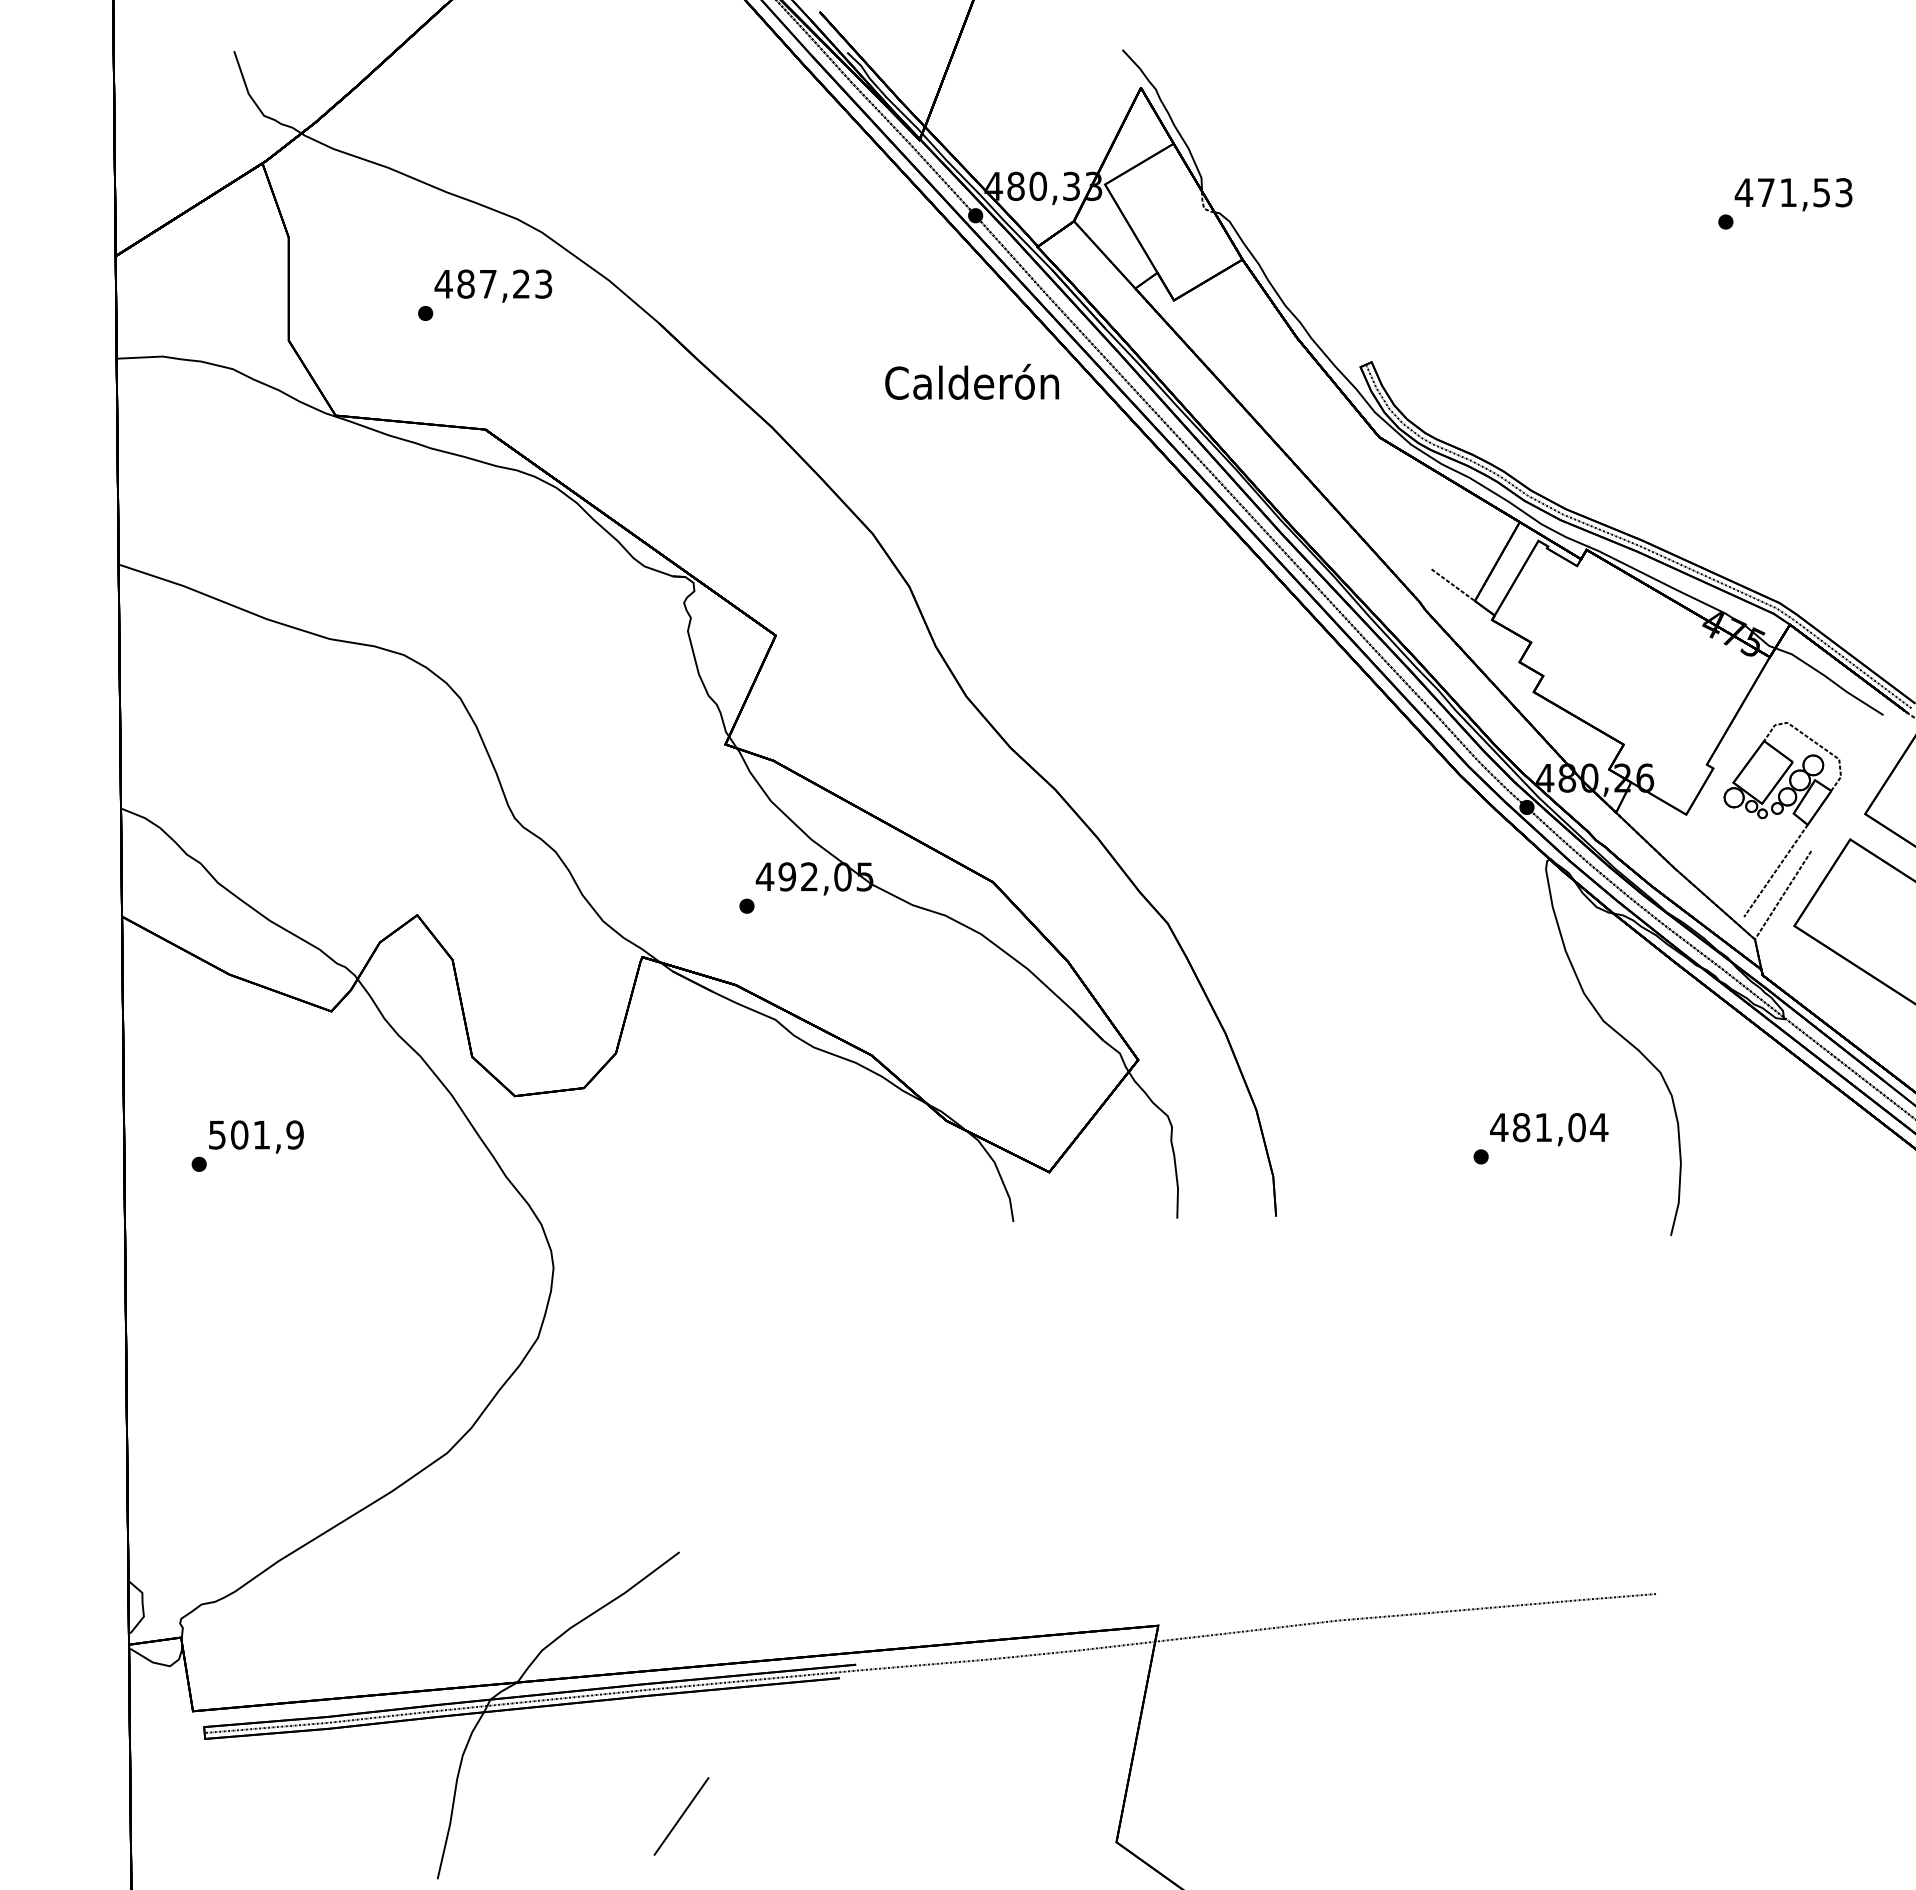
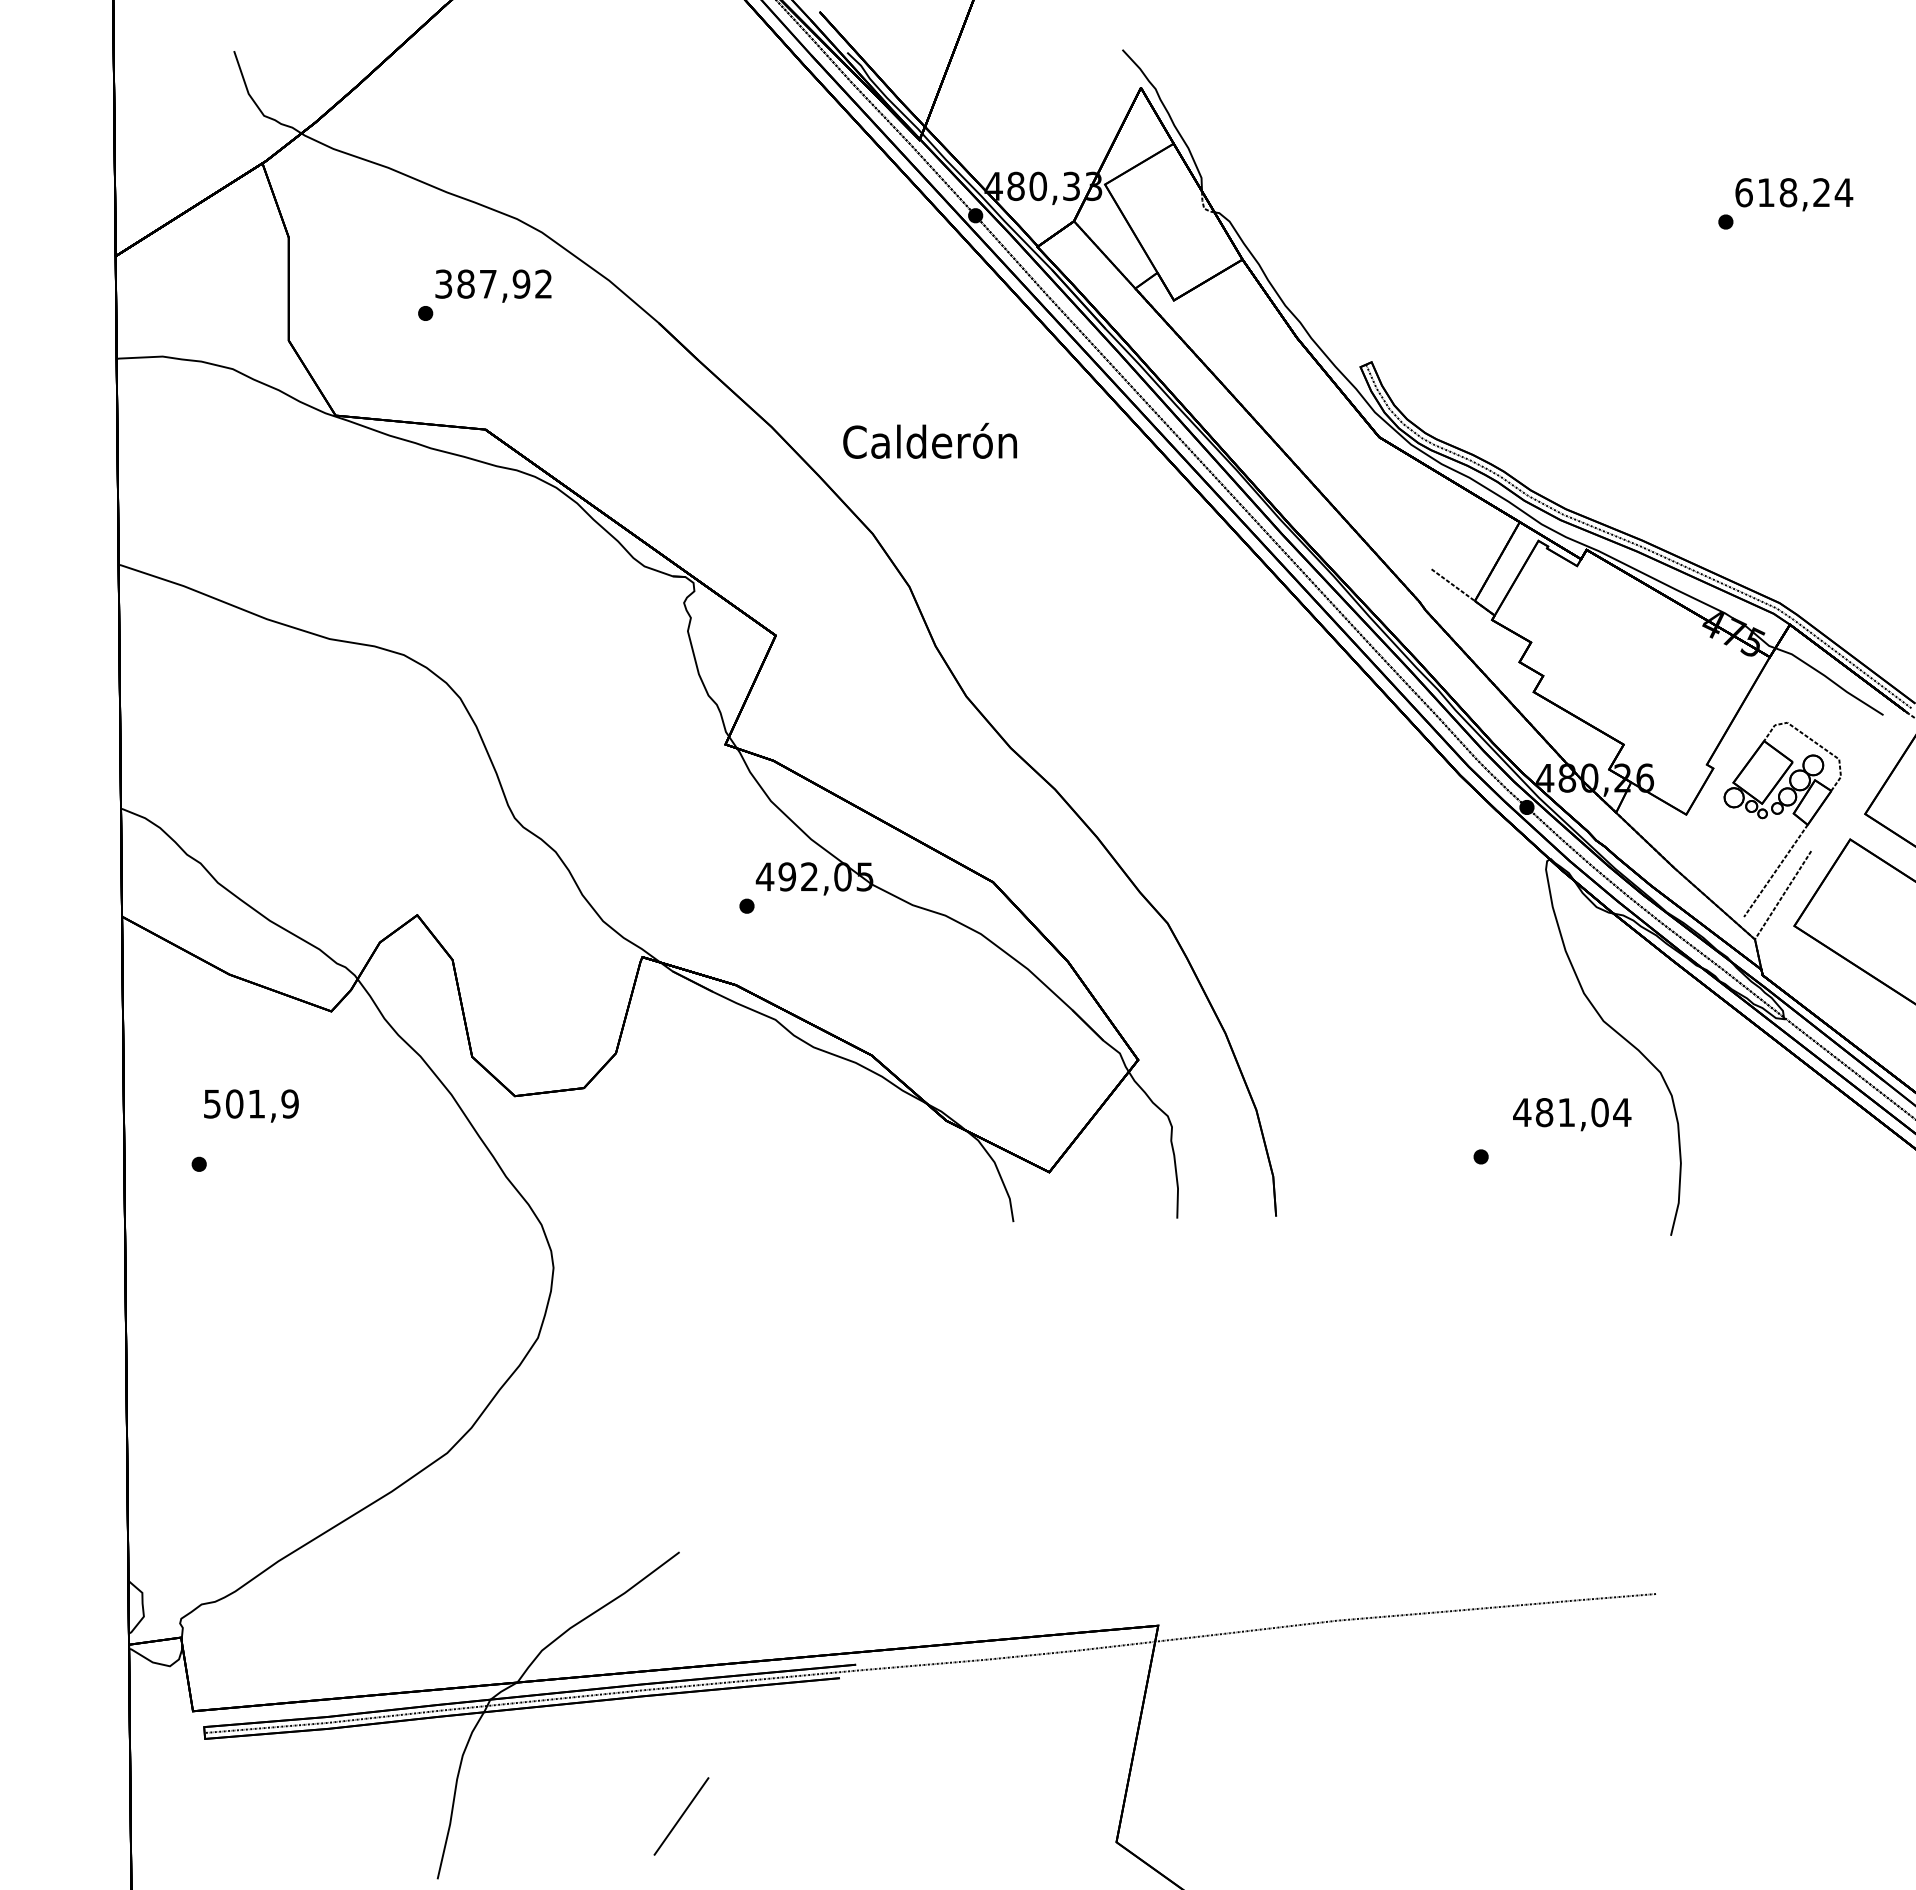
text at (1793, 192): 471,53 -> 618,24
text at (493, 283): 487,23 -> 387,92
text at (971, 381) position: (971, 381) -> (929, 440)
text at (1549, 1129) position: (1549, 1129) -> (1572, 1114)
text at (256, 1136) position: (256, 1136) -> (251, 1105)
